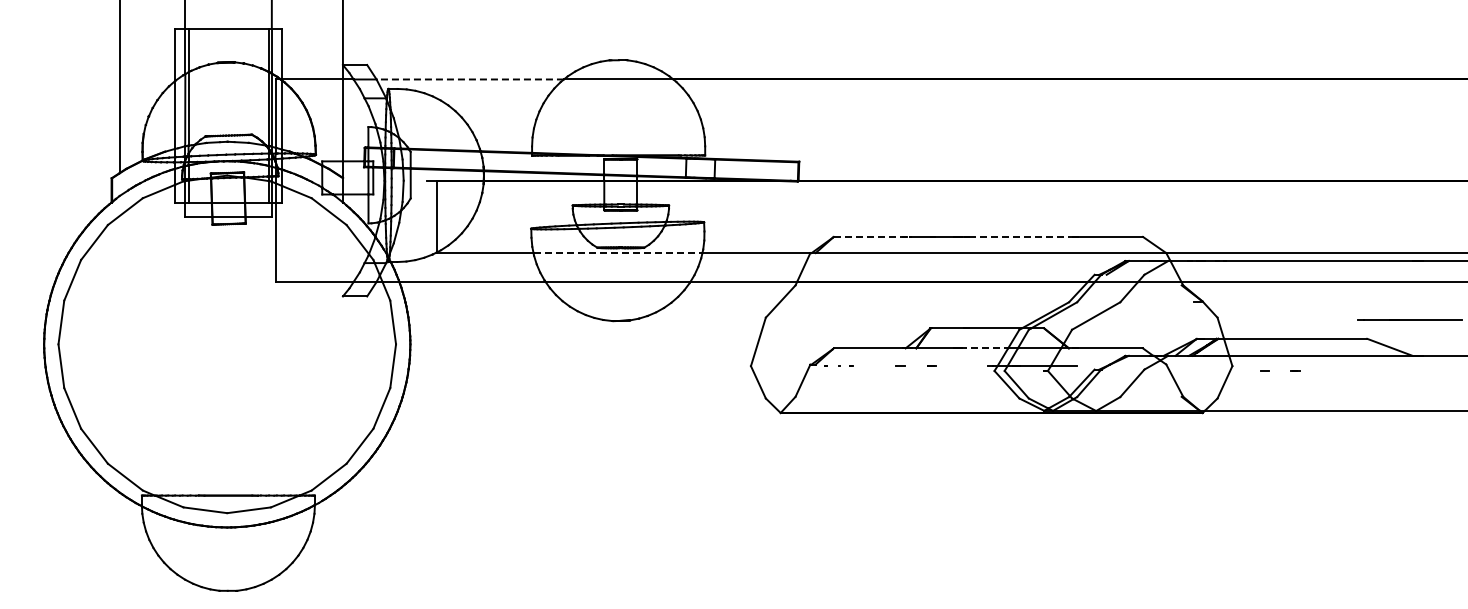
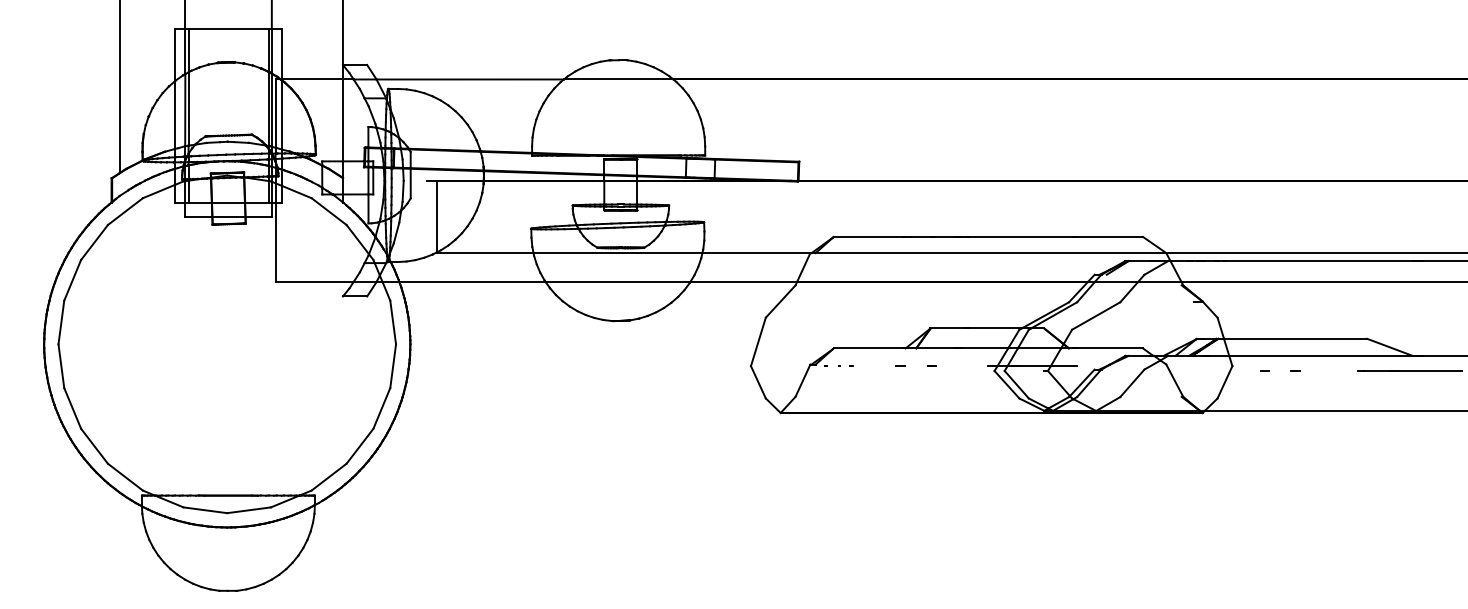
line at (470, 79): dashed -> solid
line at (872, 236): dashed -> solid
line at (1020, 236): dashed -> solid
line at (618, 253): dashed -> solid
line at (1409, 319) position: (1409, 319) -> (1409, 370)
line at (984, 348): dashed -> solid
